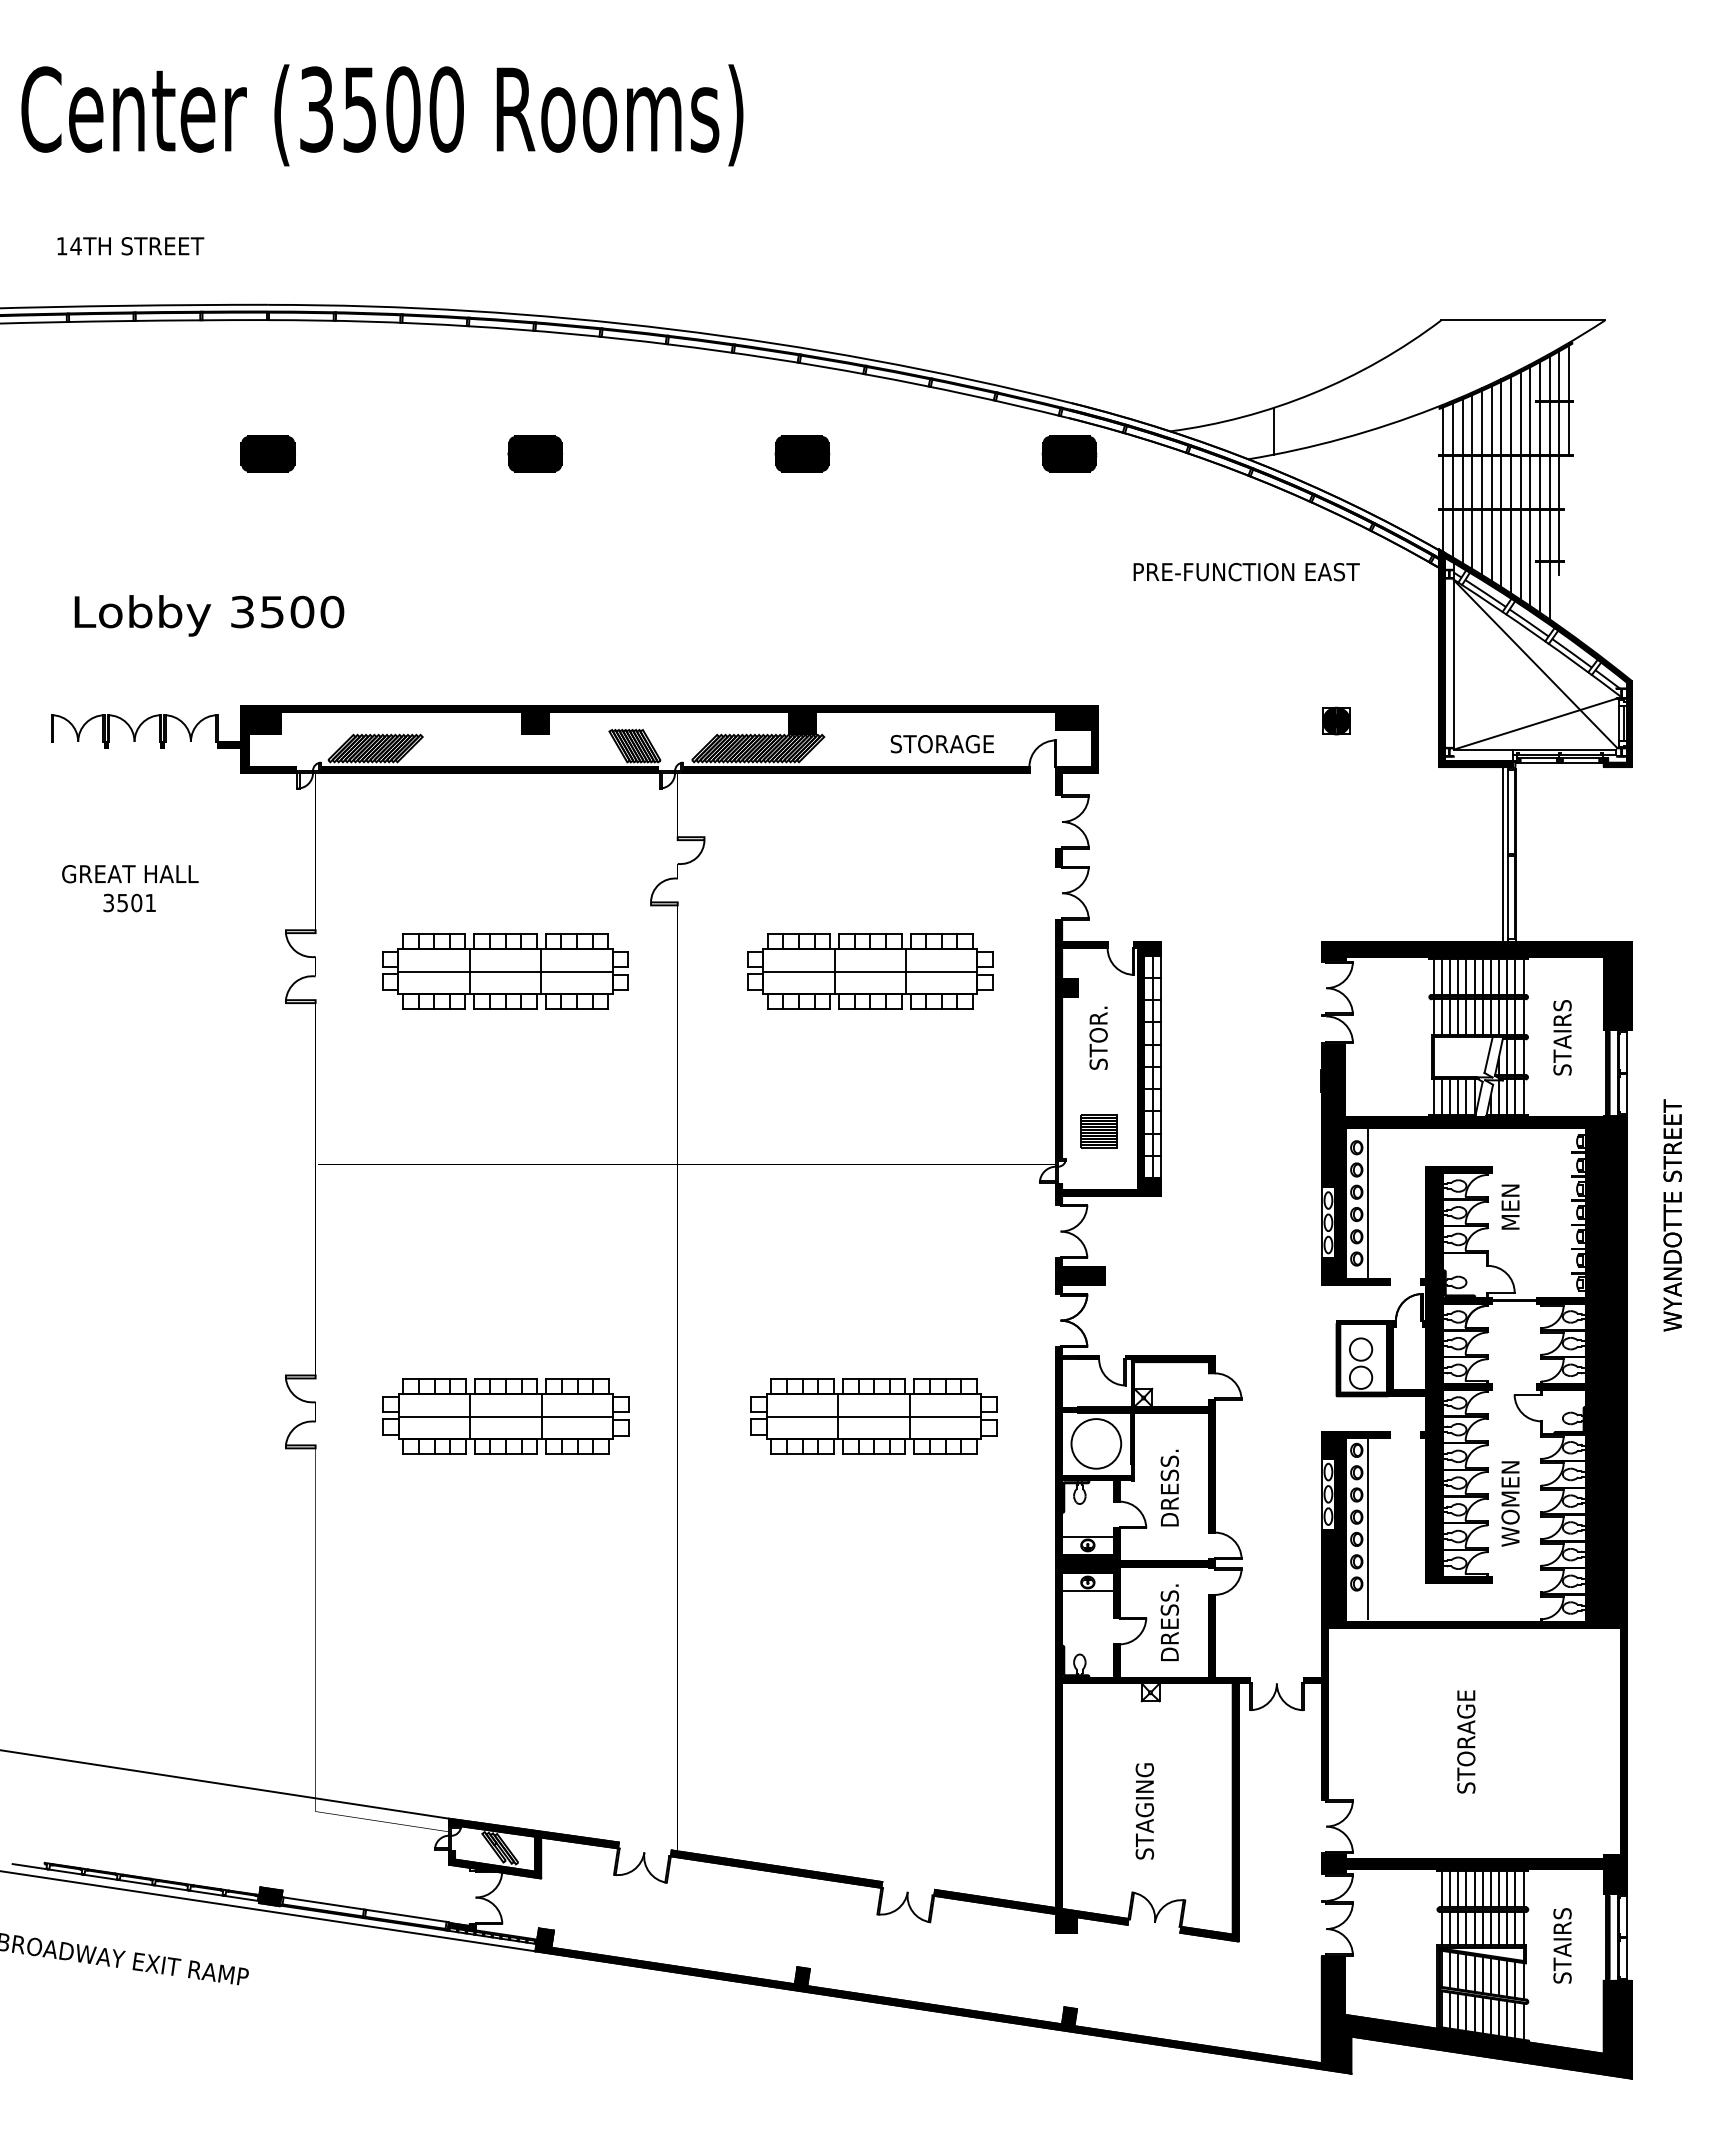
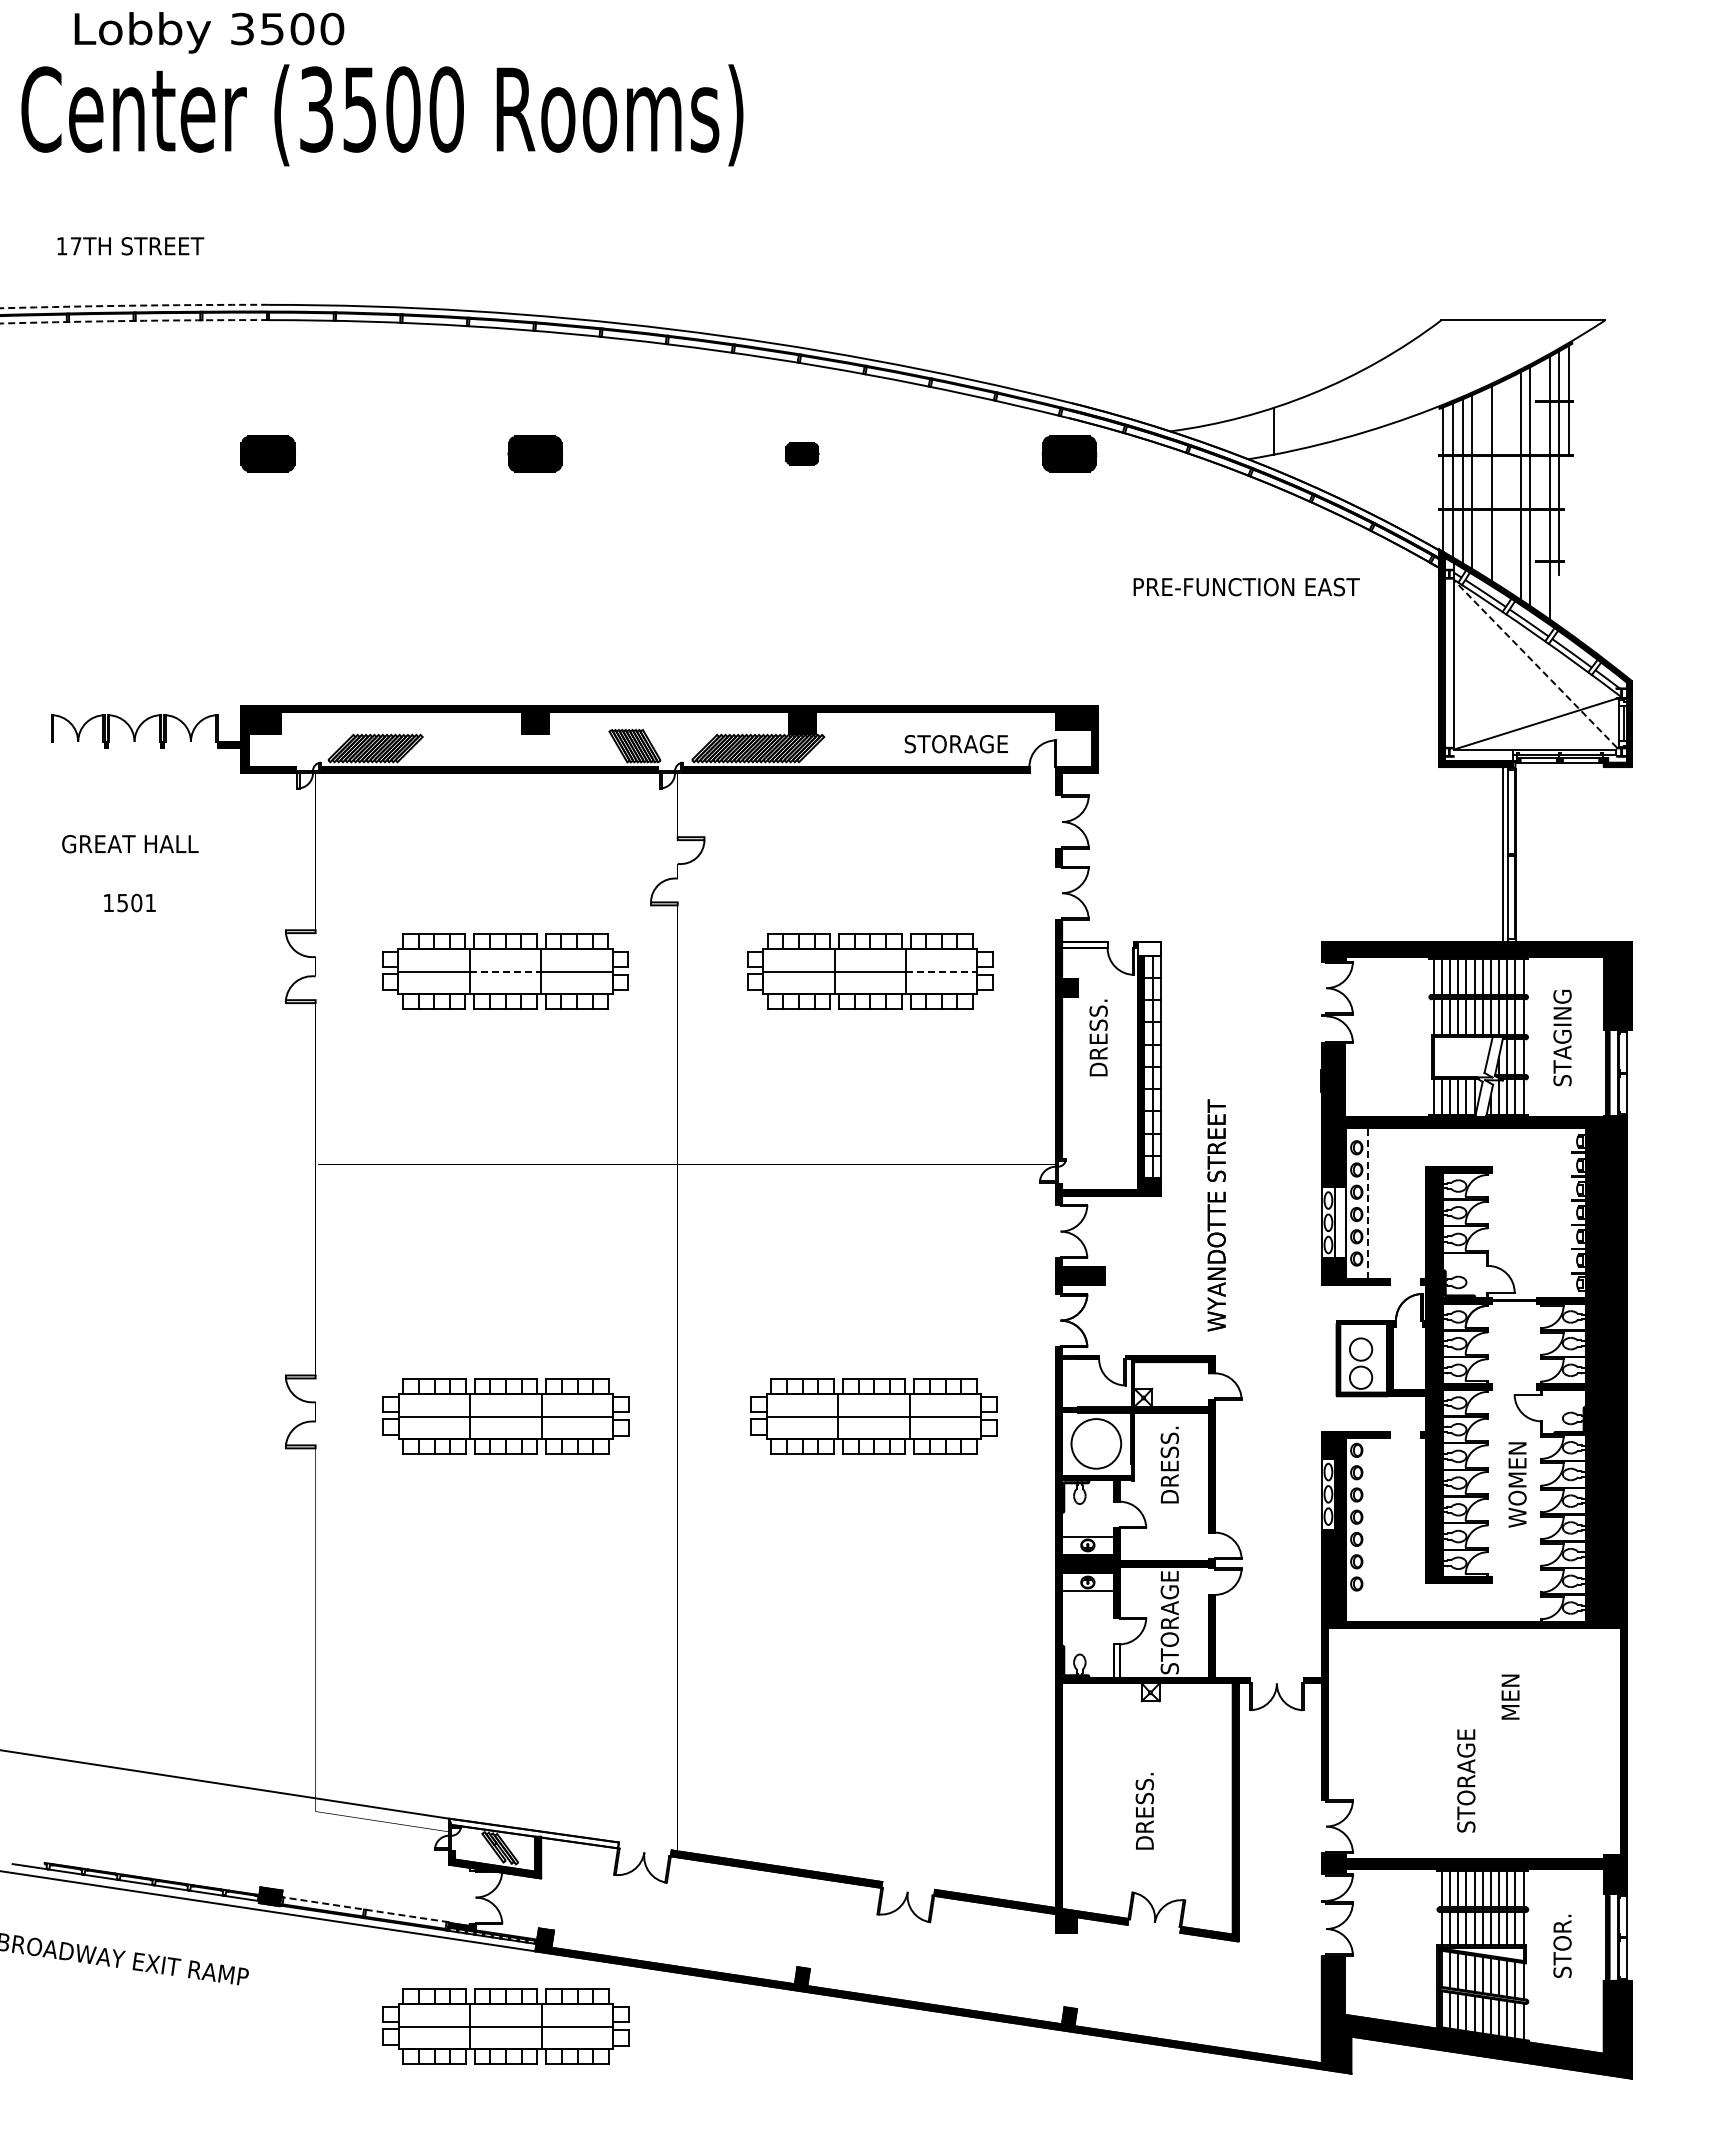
text at (75, 246): 14TH -> 17TH
arc at (133, 305): solid -> dashed
arc at (133, 320): solid -> dashed
part at (802, 453) size: 57x38 px -> 35x24 px
line at (1482, 480): present -> none
line at (1501, 482): present -> none
line at (1510, 483): present -> none
line at (1539, 485): present -> none
text at (1246, 572) position: (1246, 572) -> (1246, 587)
text at (209, 615) position: (209, 615) -> (209, 32)
line at (1535, 664): solid -> dashed
part at (1336, 720): present -> none
text at (941, 744) position: (941, 744) -> (955, 744)
text at (130, 874) position: (130, 874) -> (130, 844)
text at (108, 902): 3501 -> 1501
fill at (1084, 945): present -> none
fill at (1149, 948): present -> none
line at (505, 971): solid -> dashed
line at (941, 971): solid -> dashed
text at (1098, 1037): STOR. -> DRESS.
text at (1562, 1037): STAIRS -> STAGING
part at (1098, 1131): present -> none
line at (1367, 1203): solid -> dashed
text at (1510, 1206) position: (1510, 1206) -> (1510, 1696)
text at (1672, 1215) position: (1672, 1215) -> (1216, 1215)
fill at (1340, 1222): present -> none
text at (1169, 1487) position: (1169, 1487) -> (1169, 1464)
text at (1510, 1503) position: (1510, 1503) -> (1517, 1484)
line at (1367, 1527): present -> none
text at (1169, 1622): DRESS. -> STORAGE
fill at (1116, 1660): present -> none
text at (1466, 1741) position: (1466, 1741) -> (1466, 1780)
text at (1144, 1811): STAGING -> DRESS.
fill at (533, 1833): present -> none
line at (364, 1909): solid -> dashed
text at (1562, 1945): STAIRS -> STOR.
part at (505, 2026): none -> present
